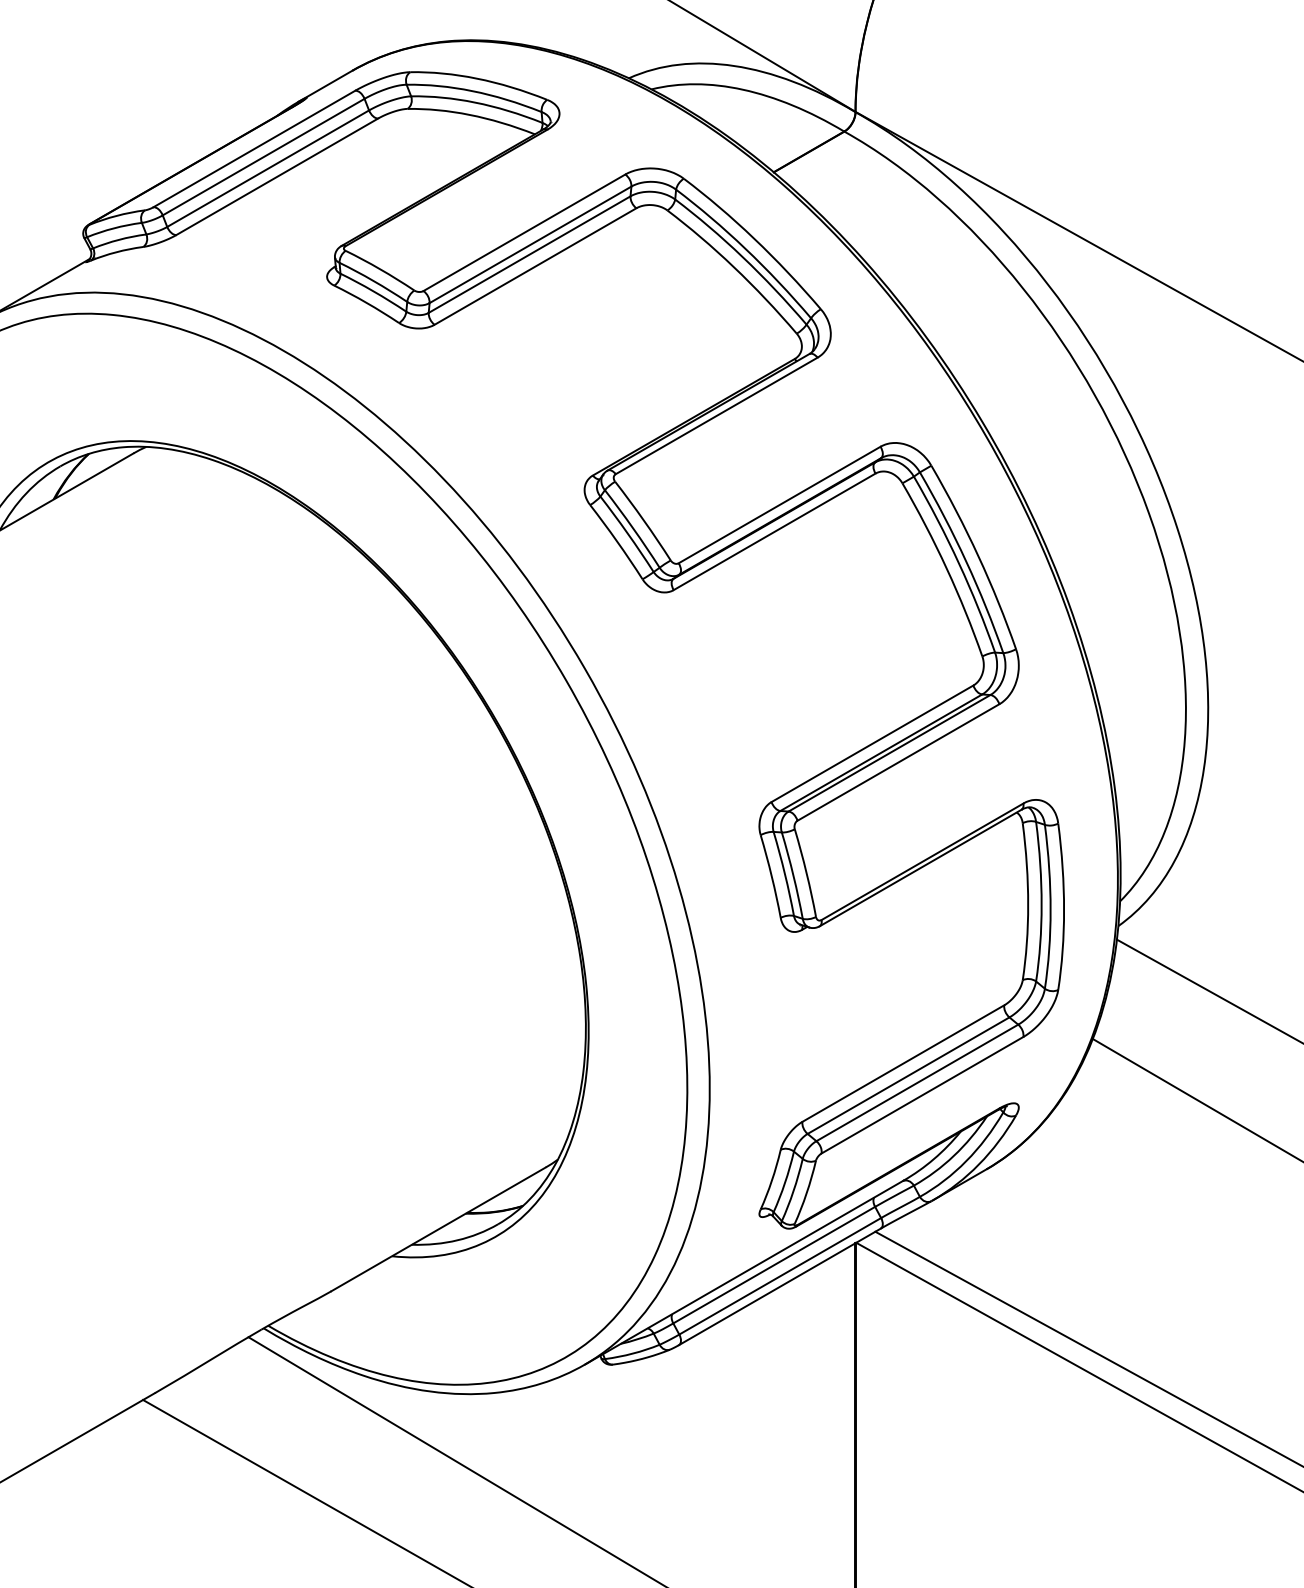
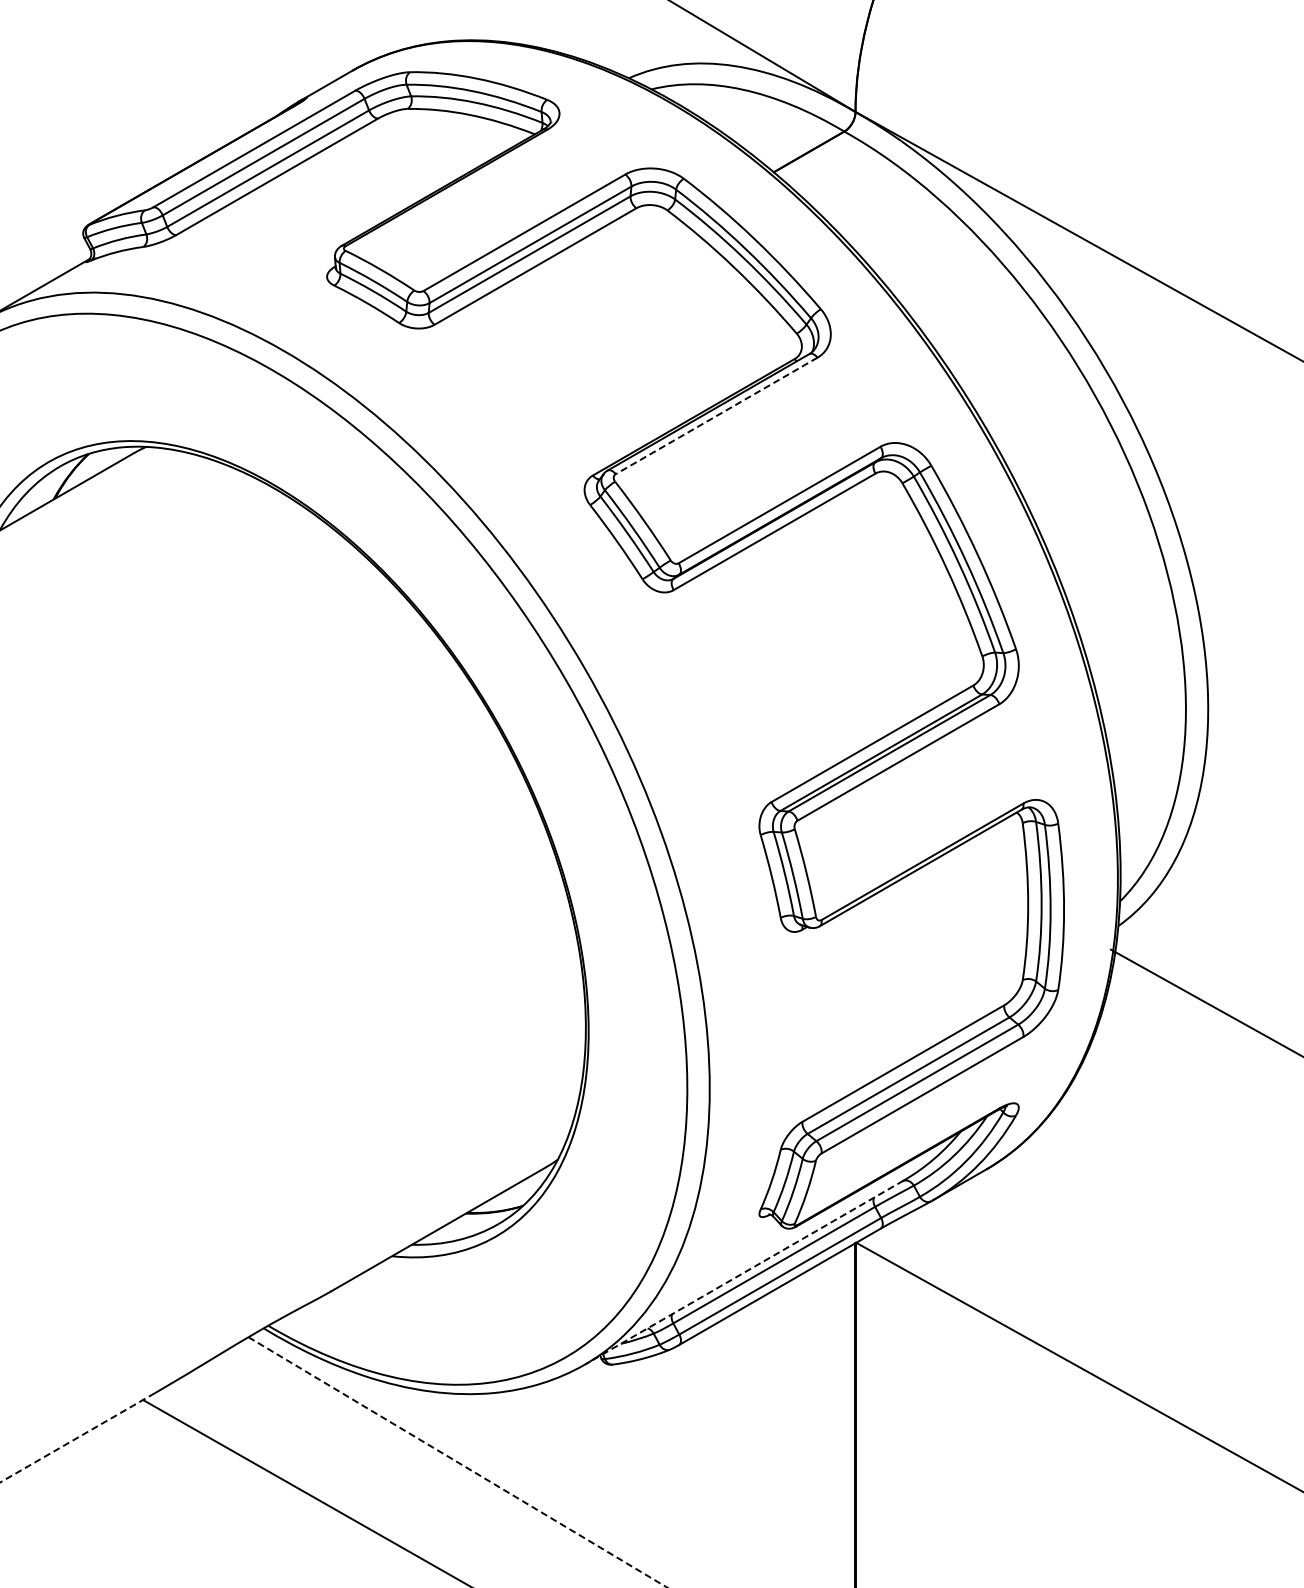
line at (716, 415): solid -> dashed
line at (1208, 990) position: (1208, 990) -> (1205, 1002)
line at (1196, 1099): present -> none
line at (744, 1272): solid -> dashed
line at (1087, 1348): present -> none
line at (77, 1438): solid -> dashed
line at (458, 1462): solid -> dashed
